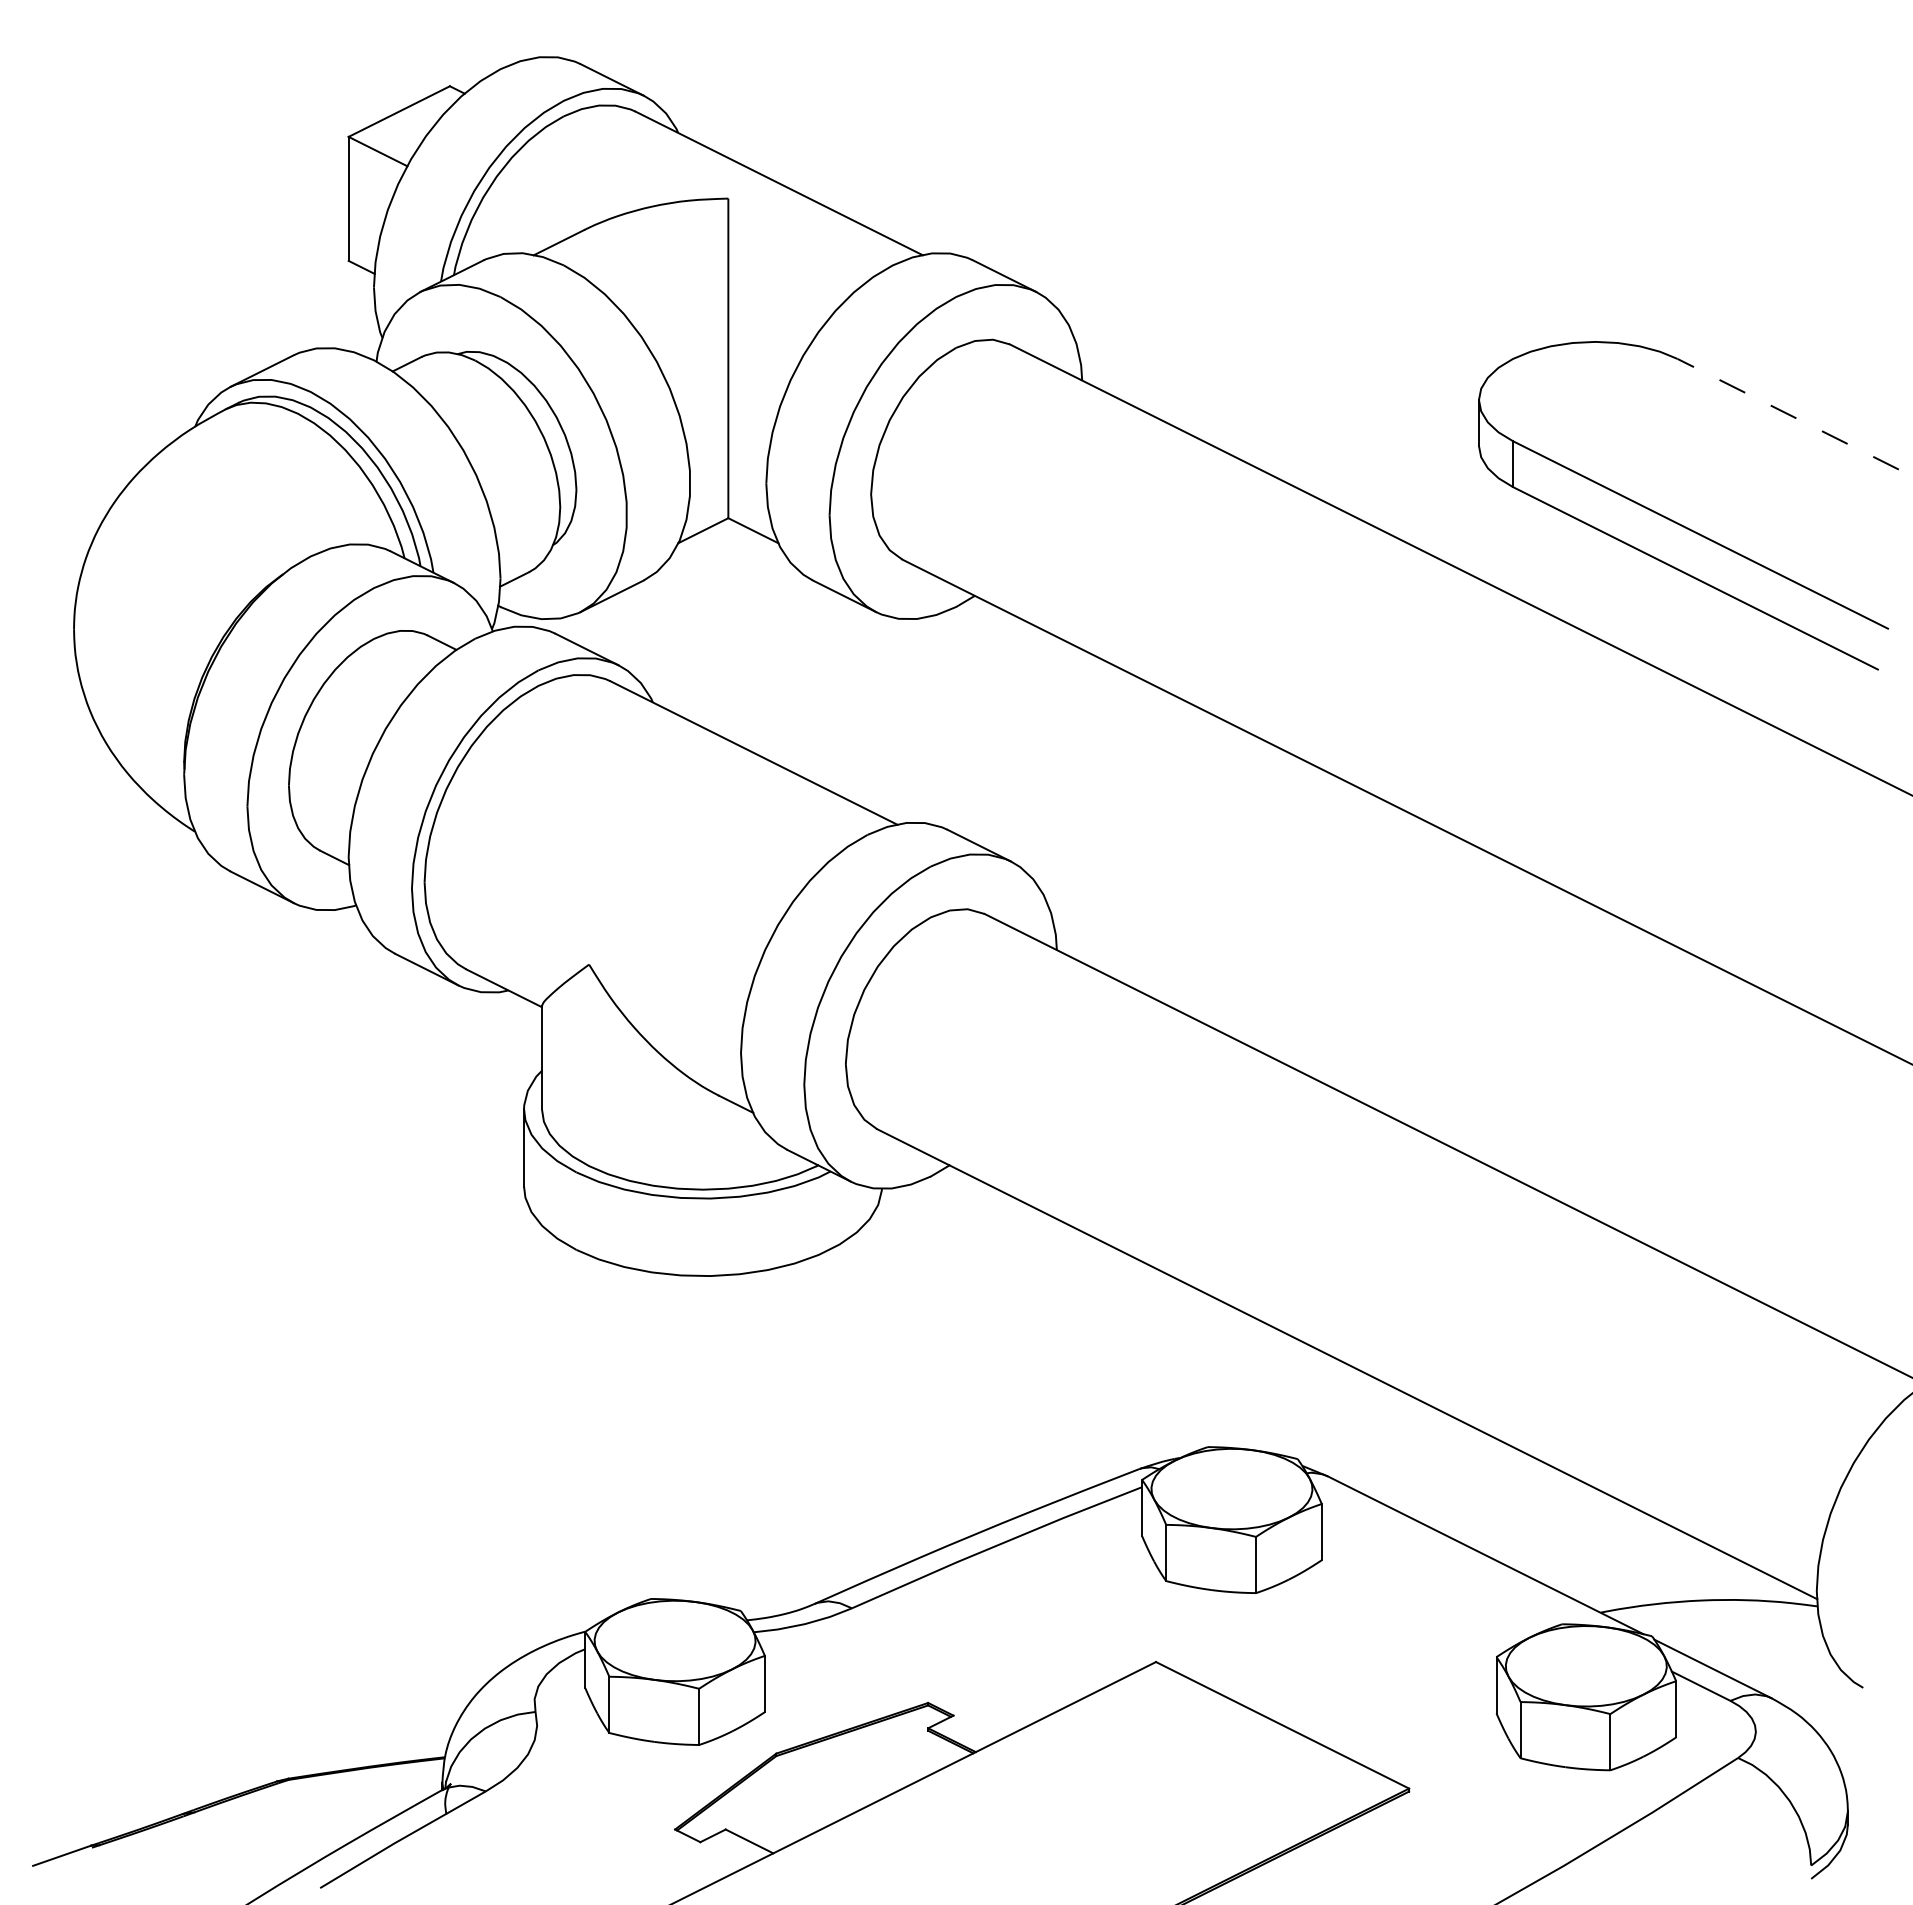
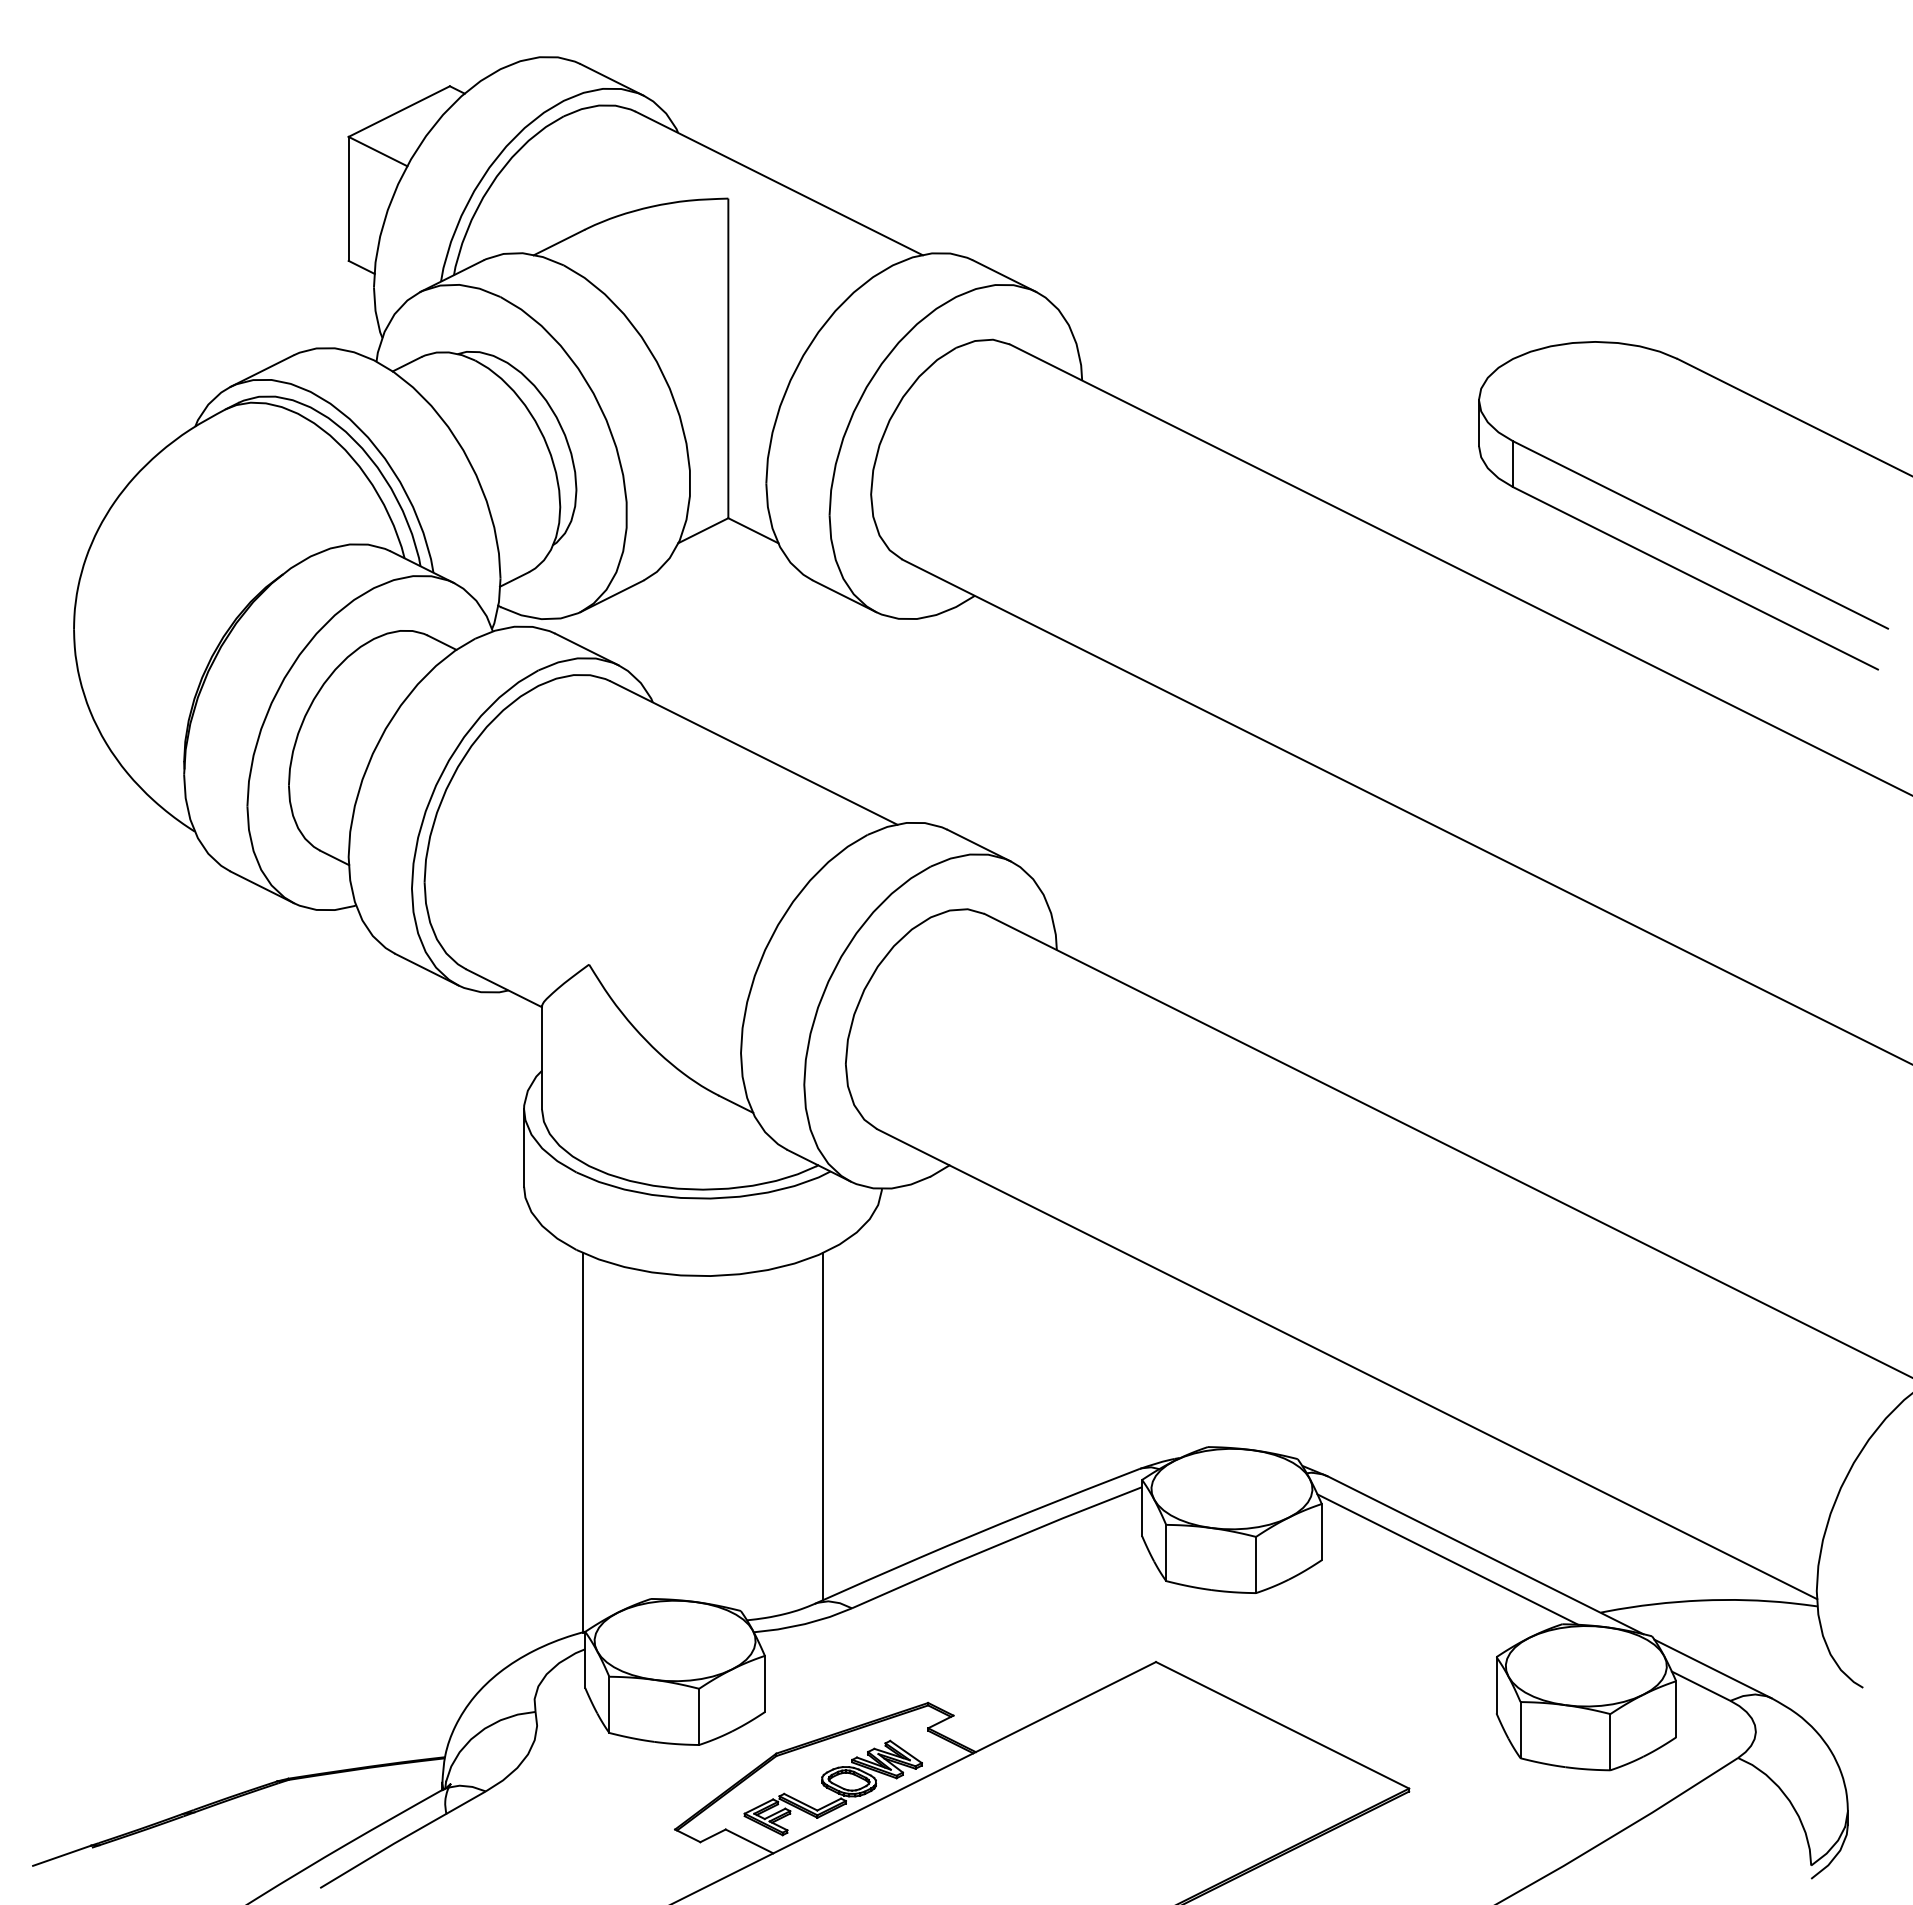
line at (1794, 417): dashed -> solid
line at (823, 1426): none -> present
line at (582, 1442): none -> present
line at (1447, 1559): none -> present
part at (832, 1787): none -> present
